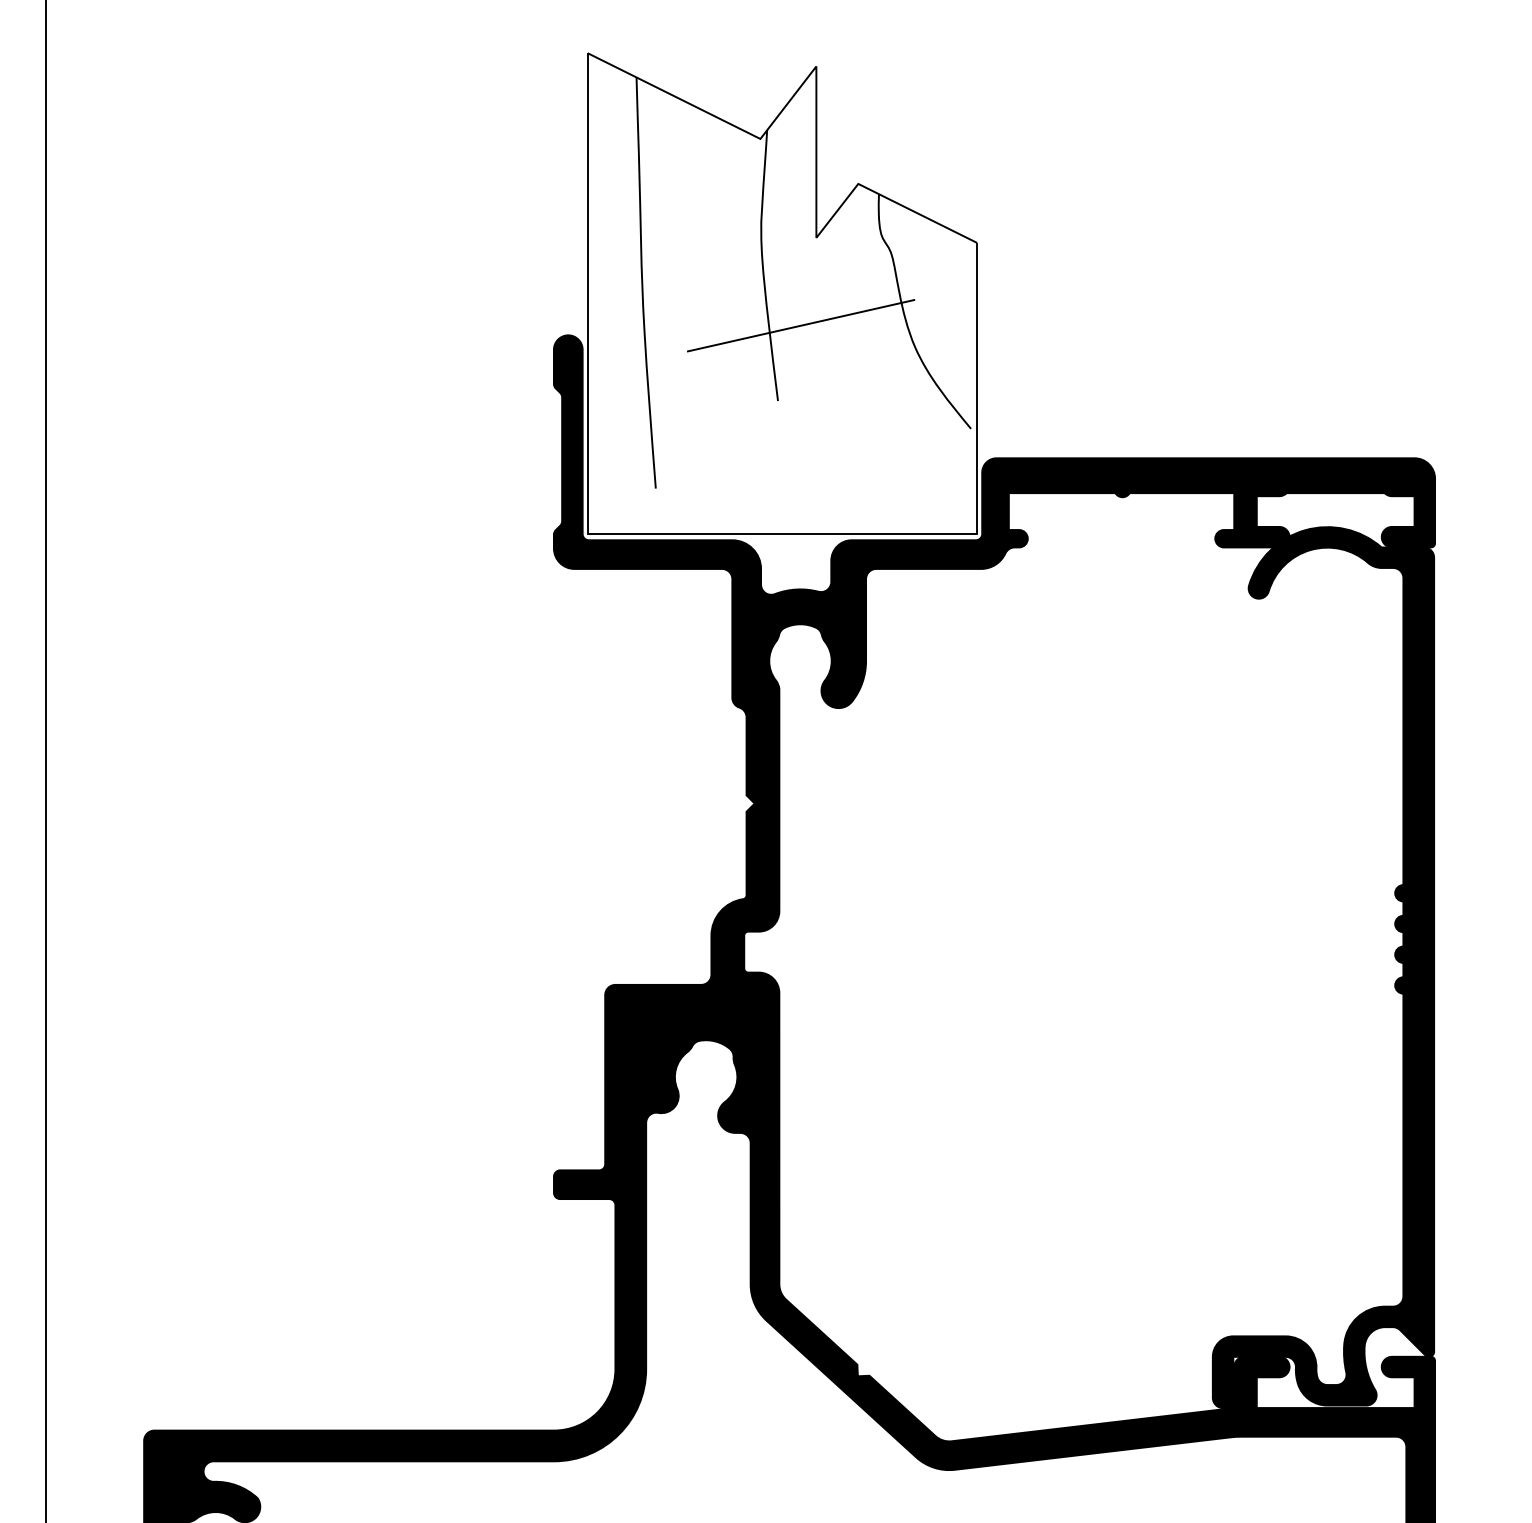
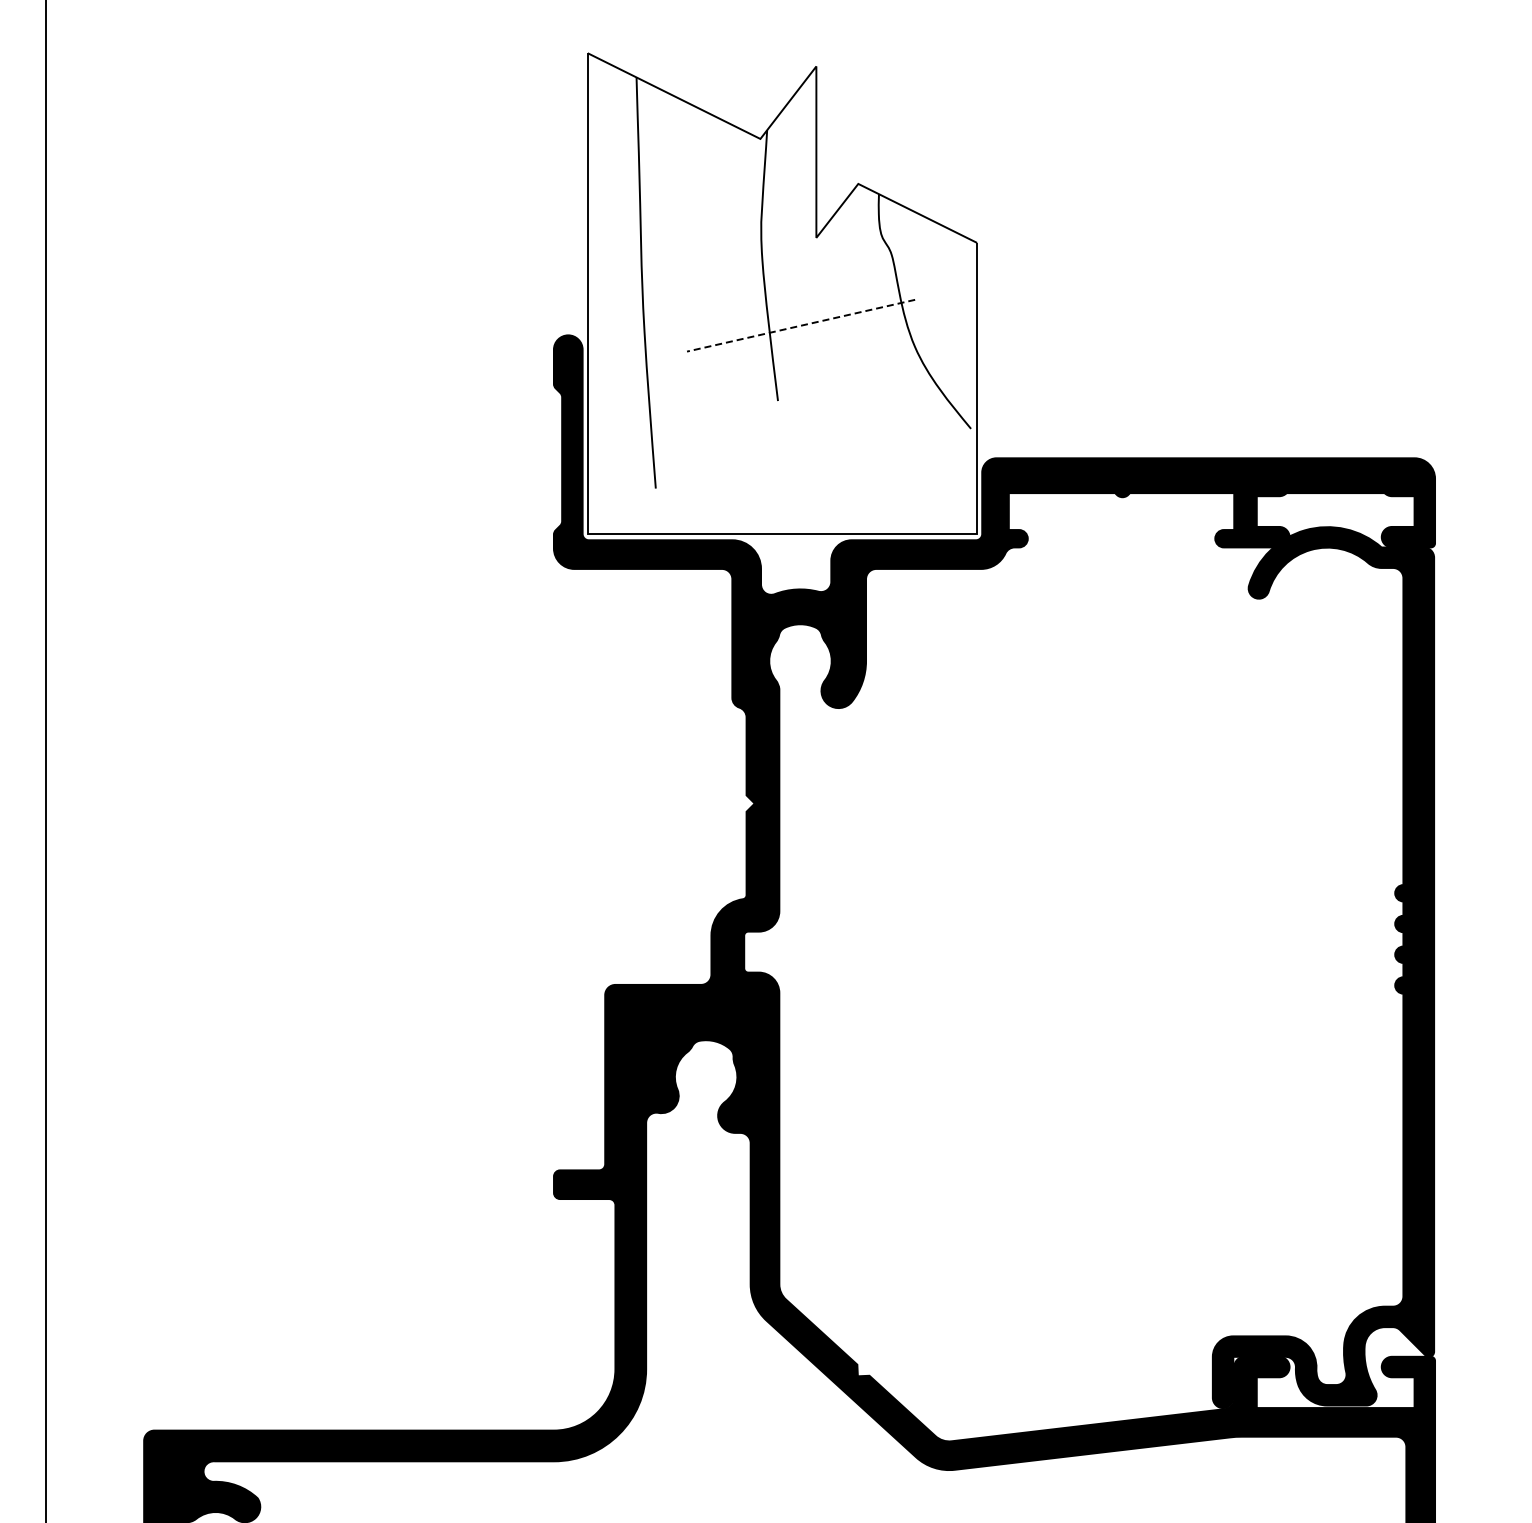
line at (801, 325): solid -> dashed
